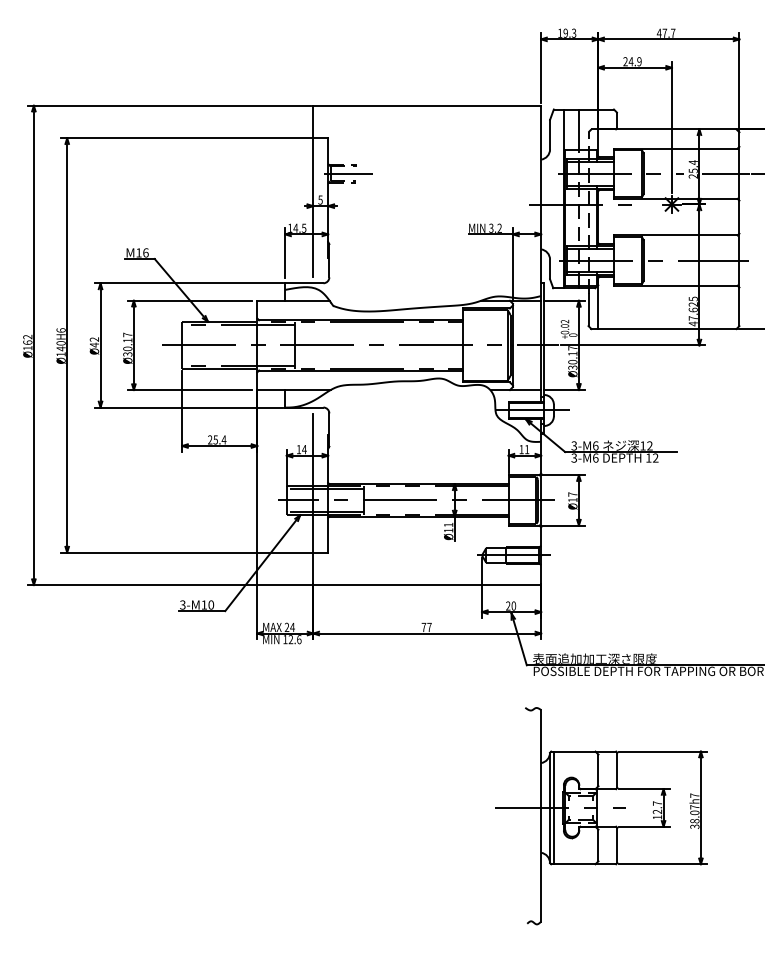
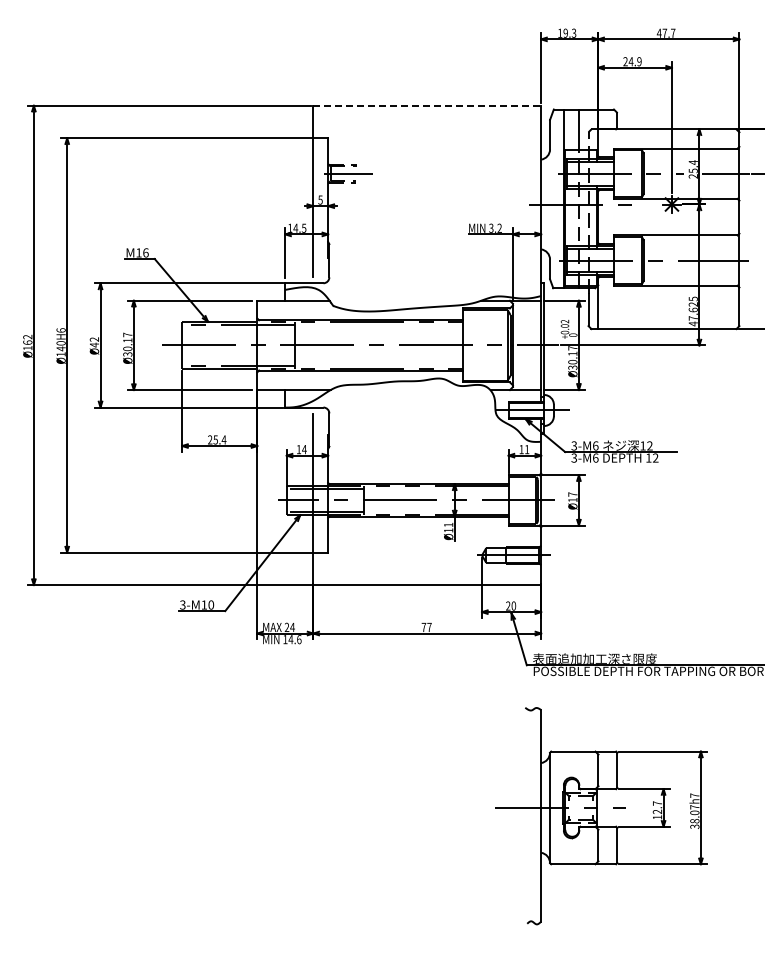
line at (427, 105): solid -> dashed
text at (290, 639): 12.6 -> 14.6
line at (554, 807): present -> none
